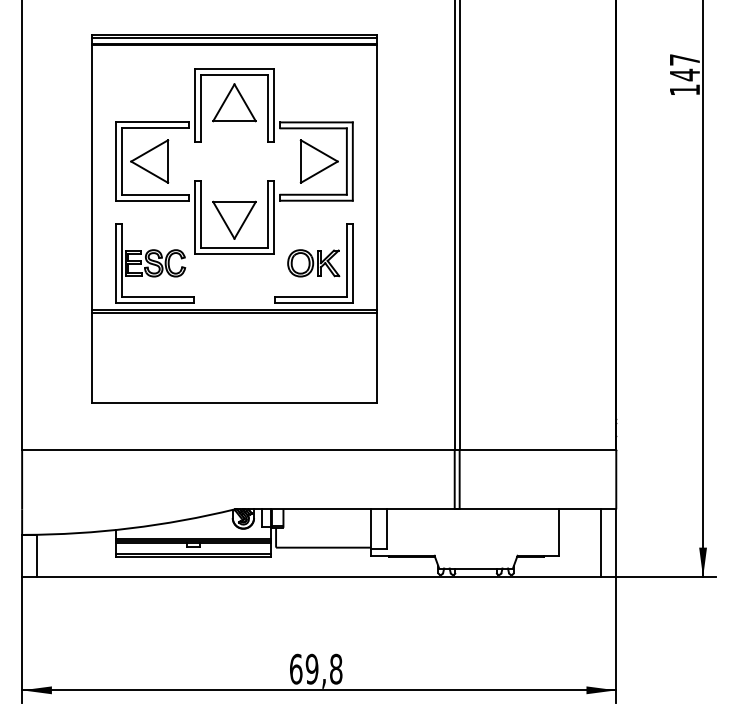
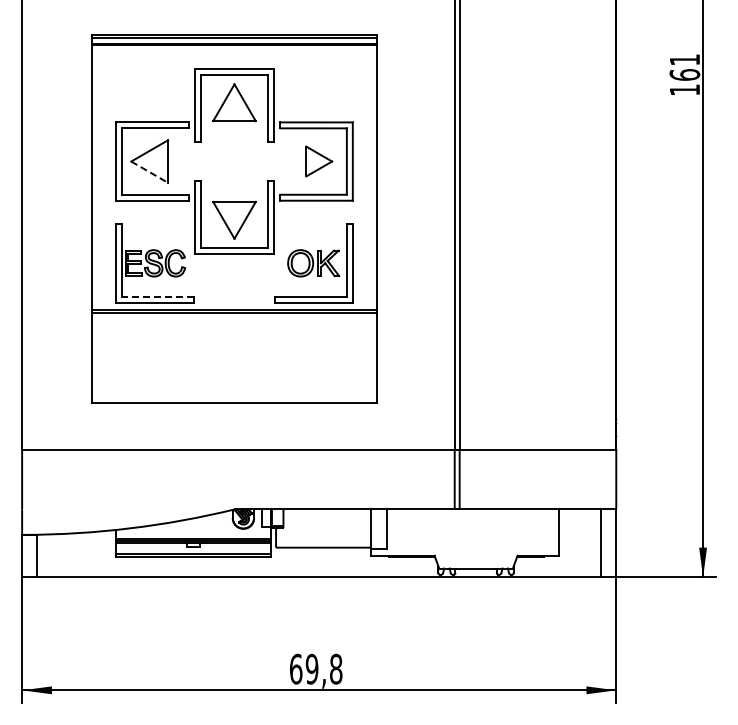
text at (684, 67): 147 -> 161
part at (318, 161) size: 40x45 px -> 29x33 px
line at (150, 172): solid -> dashed
line at (157, 296): solid -> dashed
